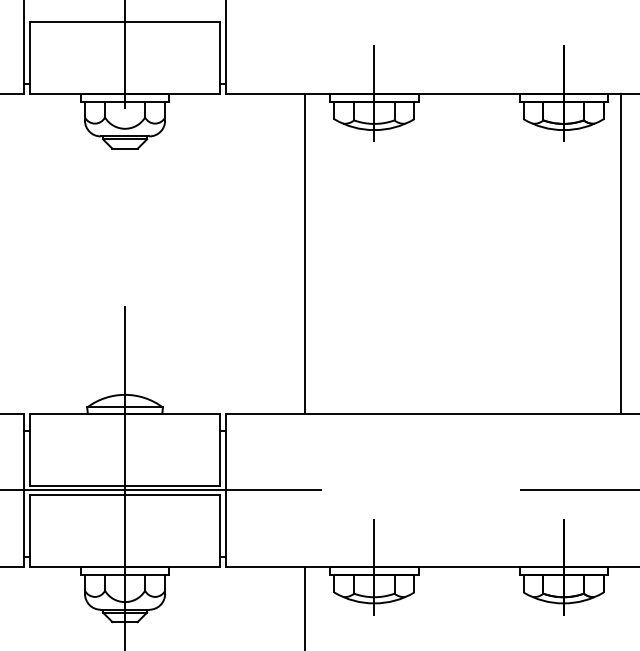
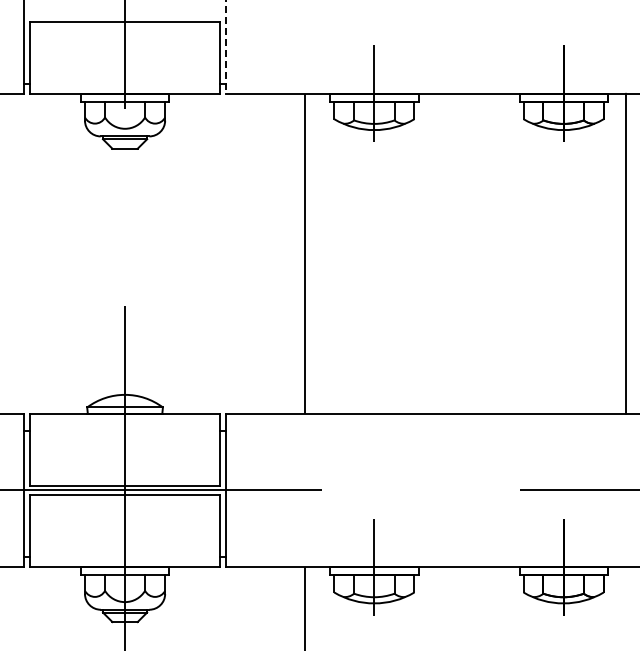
line at (226, 47): solid -> dashed
line at (620, 253) position: (620, 253) -> (625, 253)
